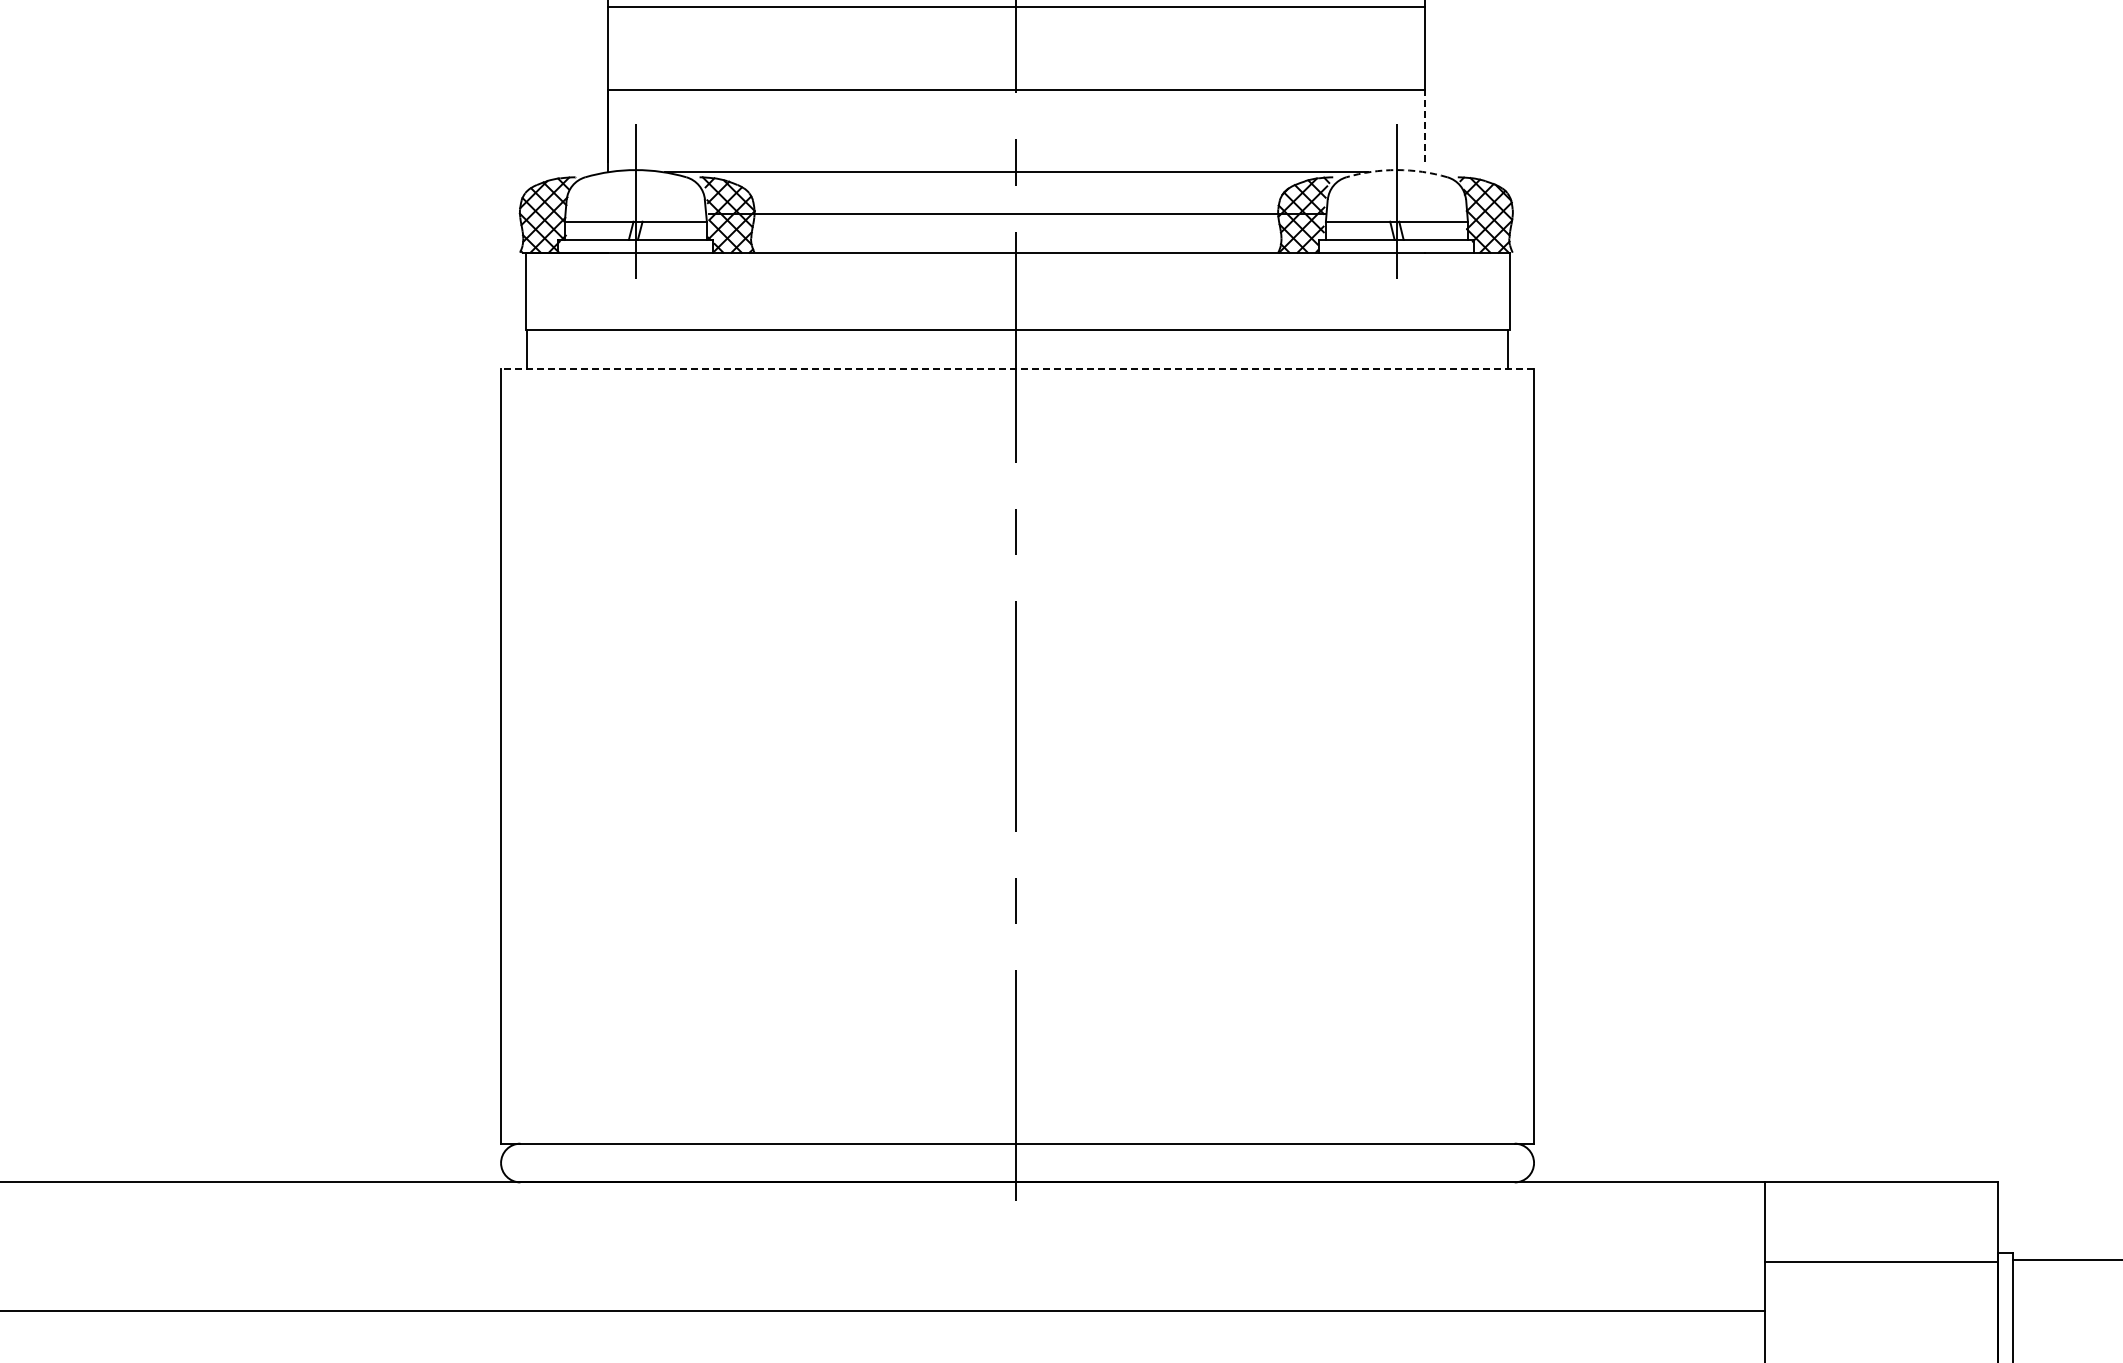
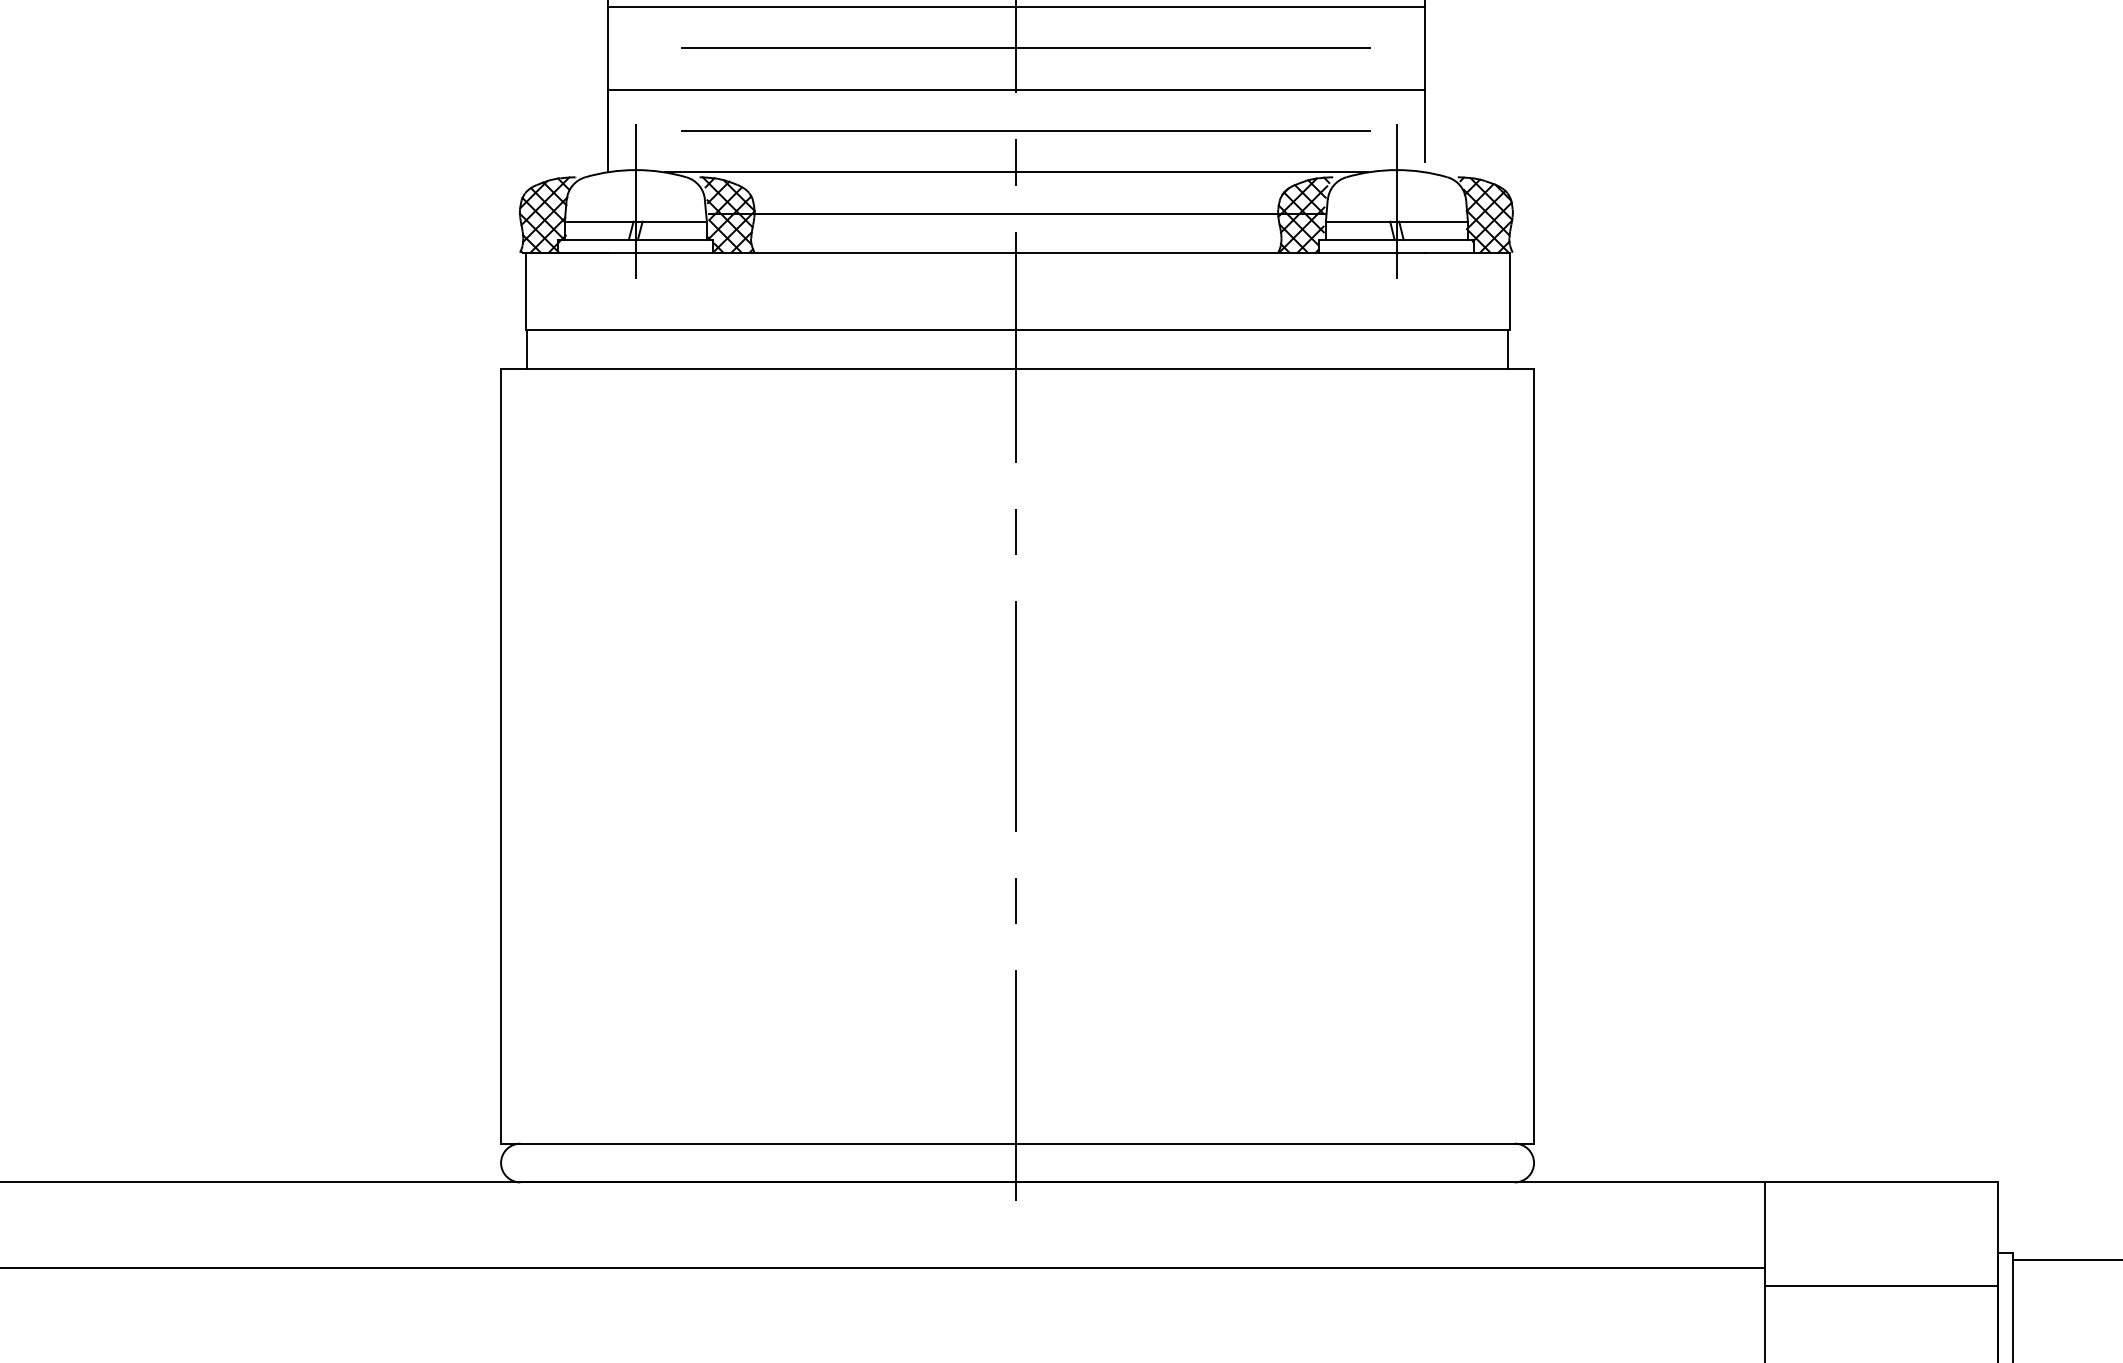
line at (1025, 48): none -> present
line at (1425, 125): dashed -> solid
line at (1025, 130): none -> present
arc at (1396, 170): dashed -> solid
line at (1017, 368): dashed -> solid
line at (1881, 1261) position: (1881, 1261) -> (1881, 1285)
line at (883, 1310) position: (883, 1310) -> (883, 1267)
